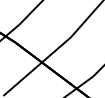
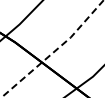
line at (56, 49): solid -> dashed
